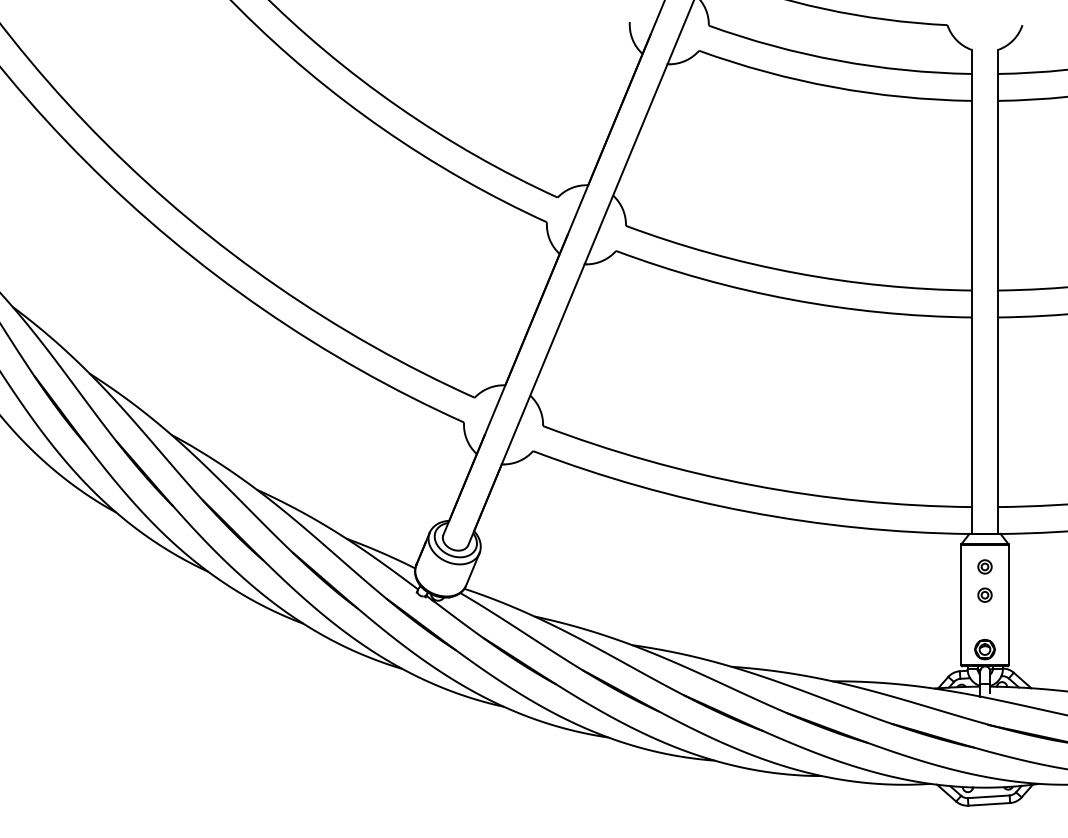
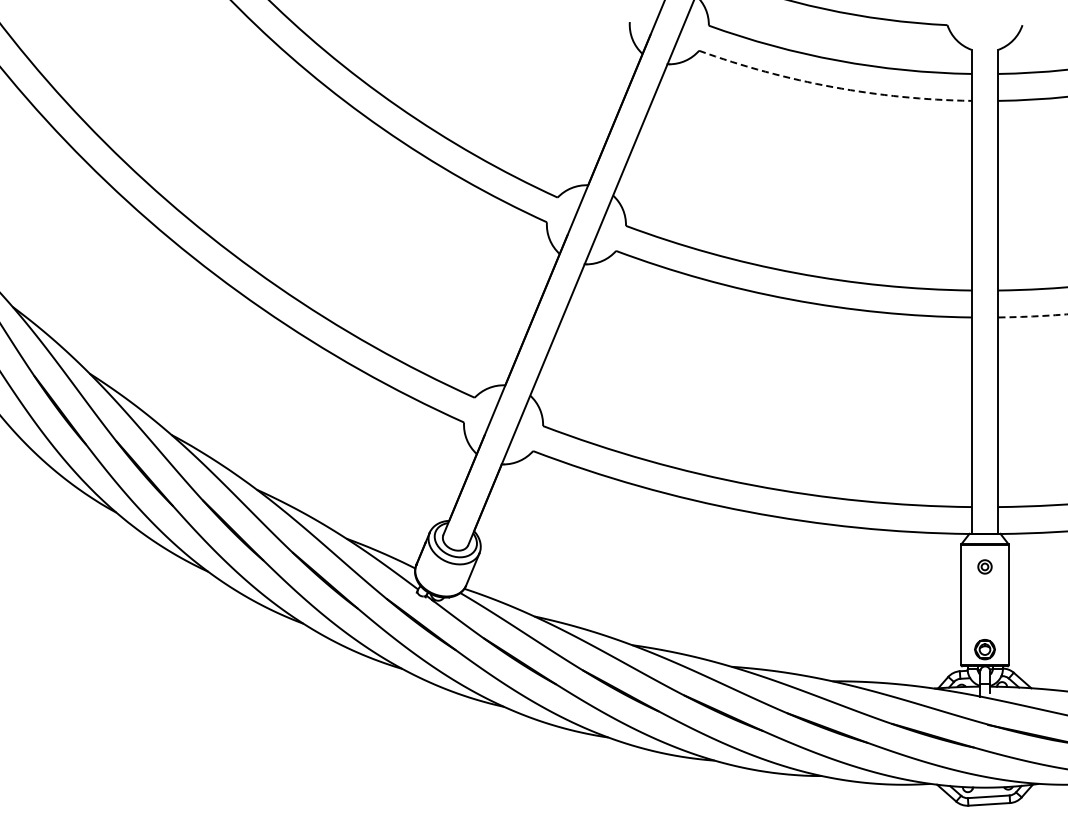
arc at (833, 87): solid -> dashed
arc at (1034, 316): solid -> dashed
part at (984, 594): present -> none
